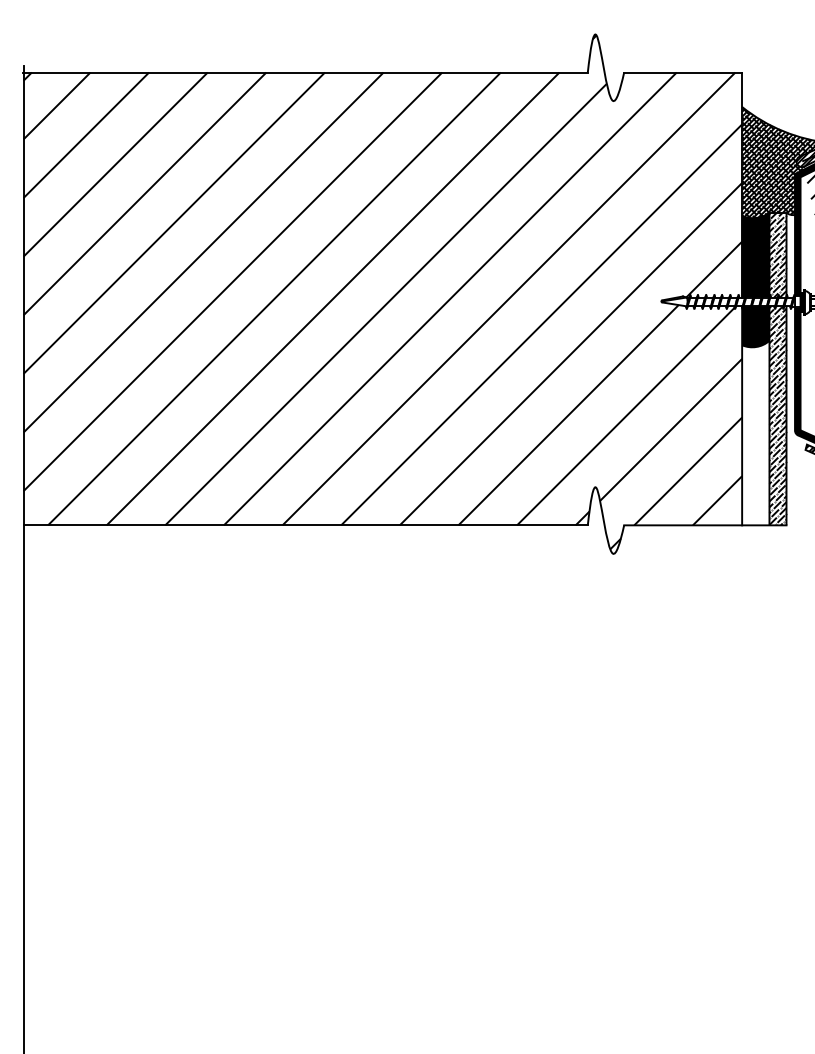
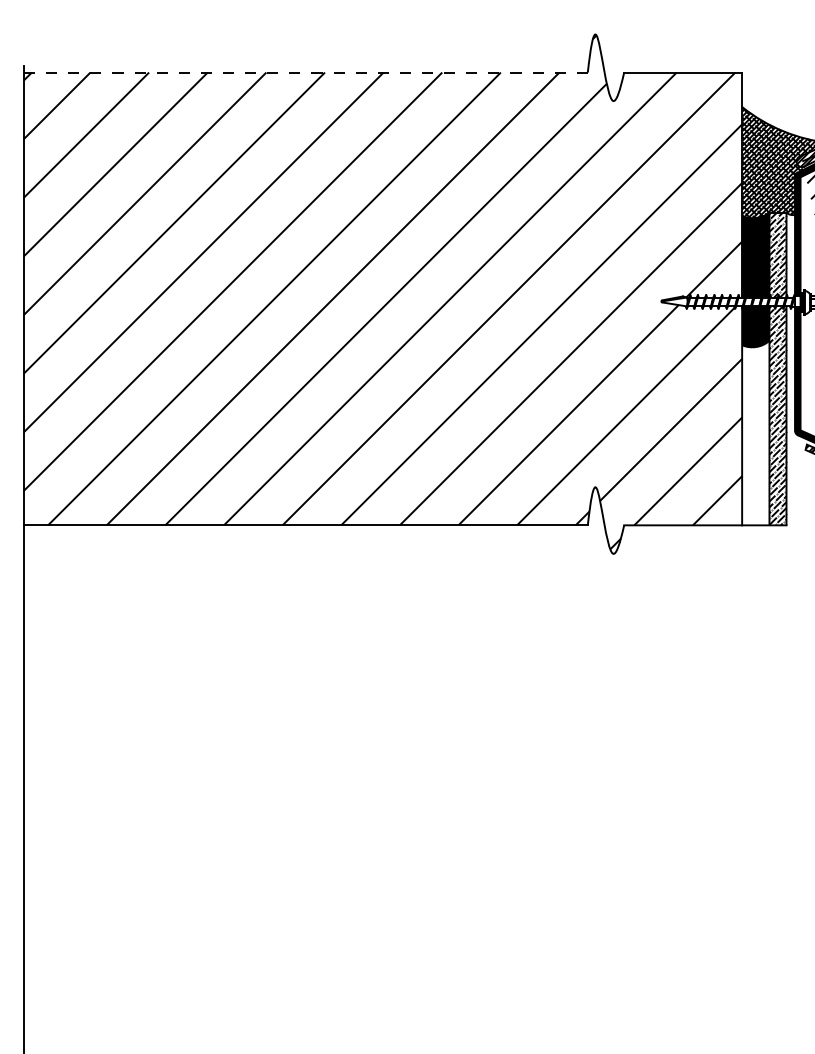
line at (305, 72): solid -> dashed
